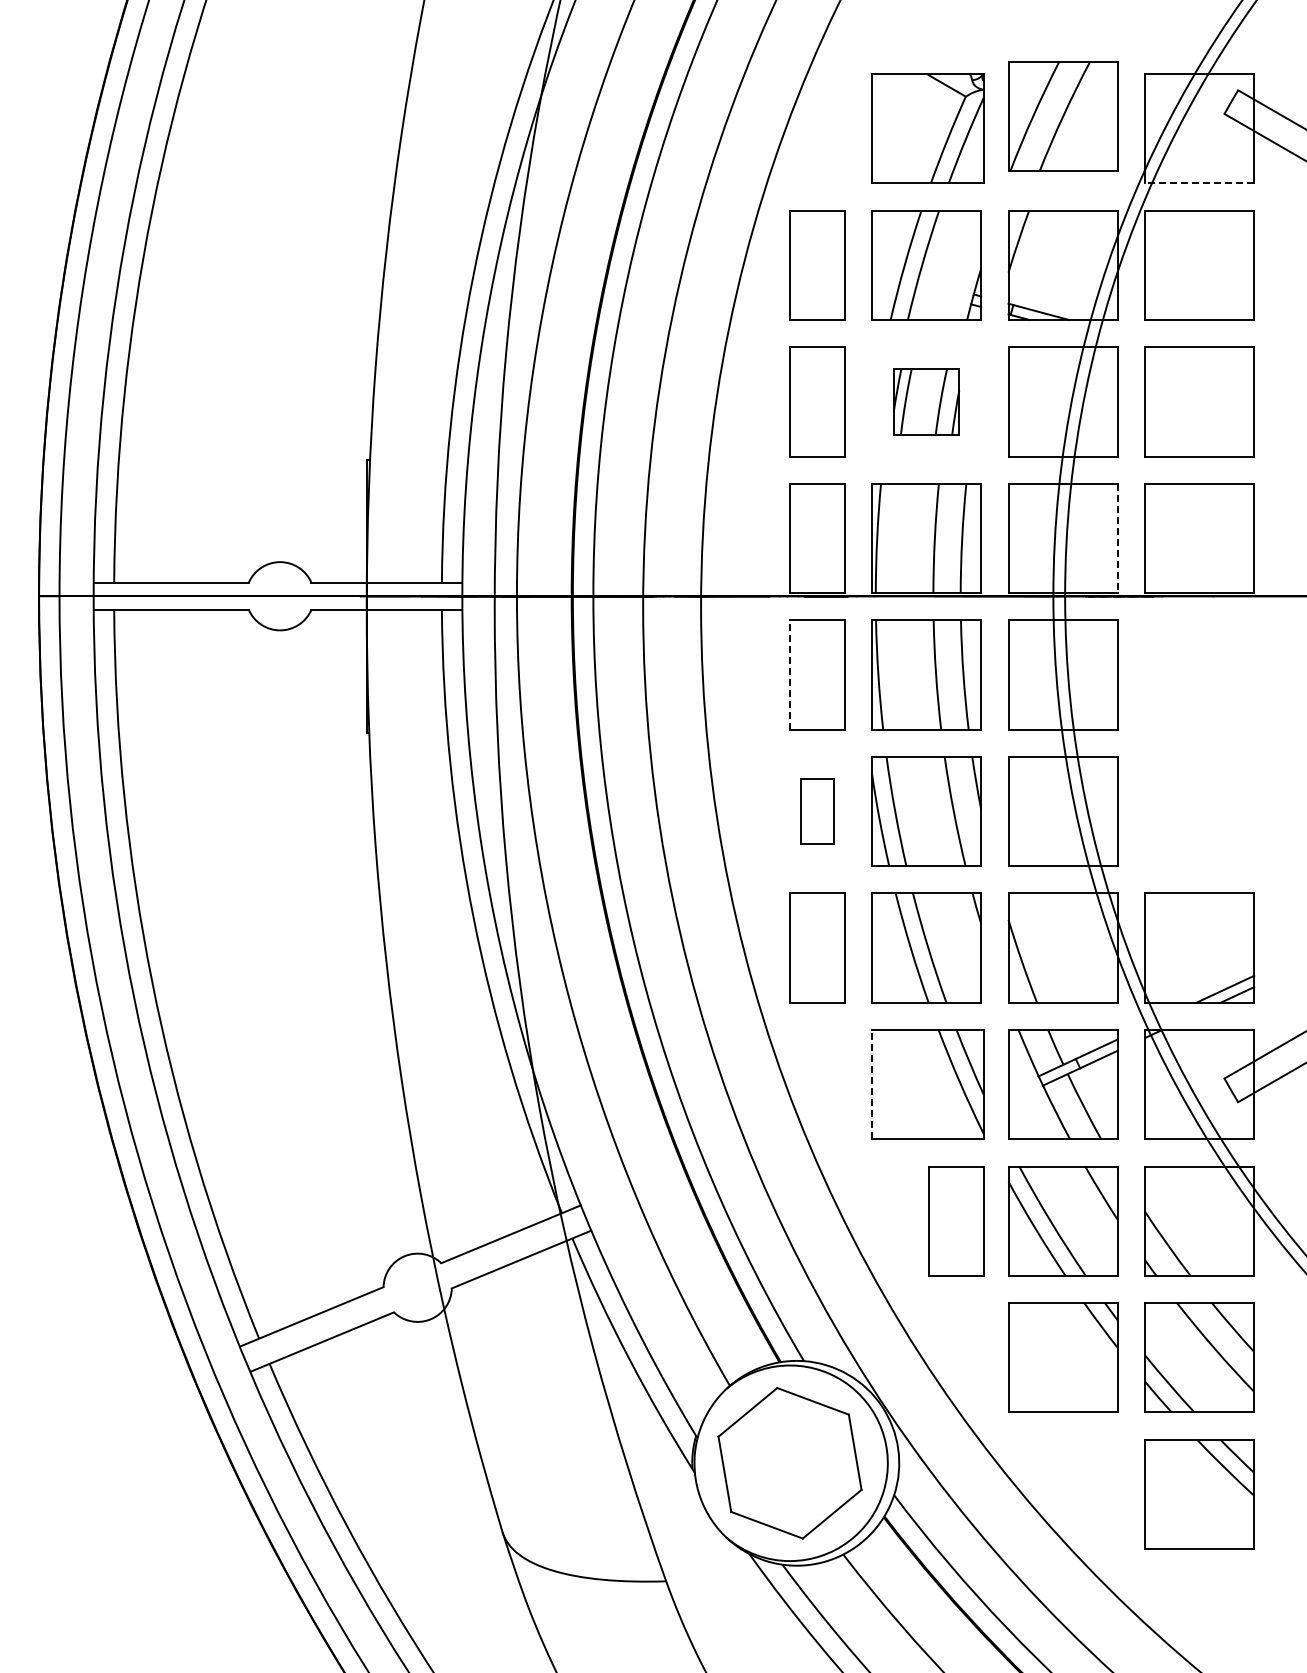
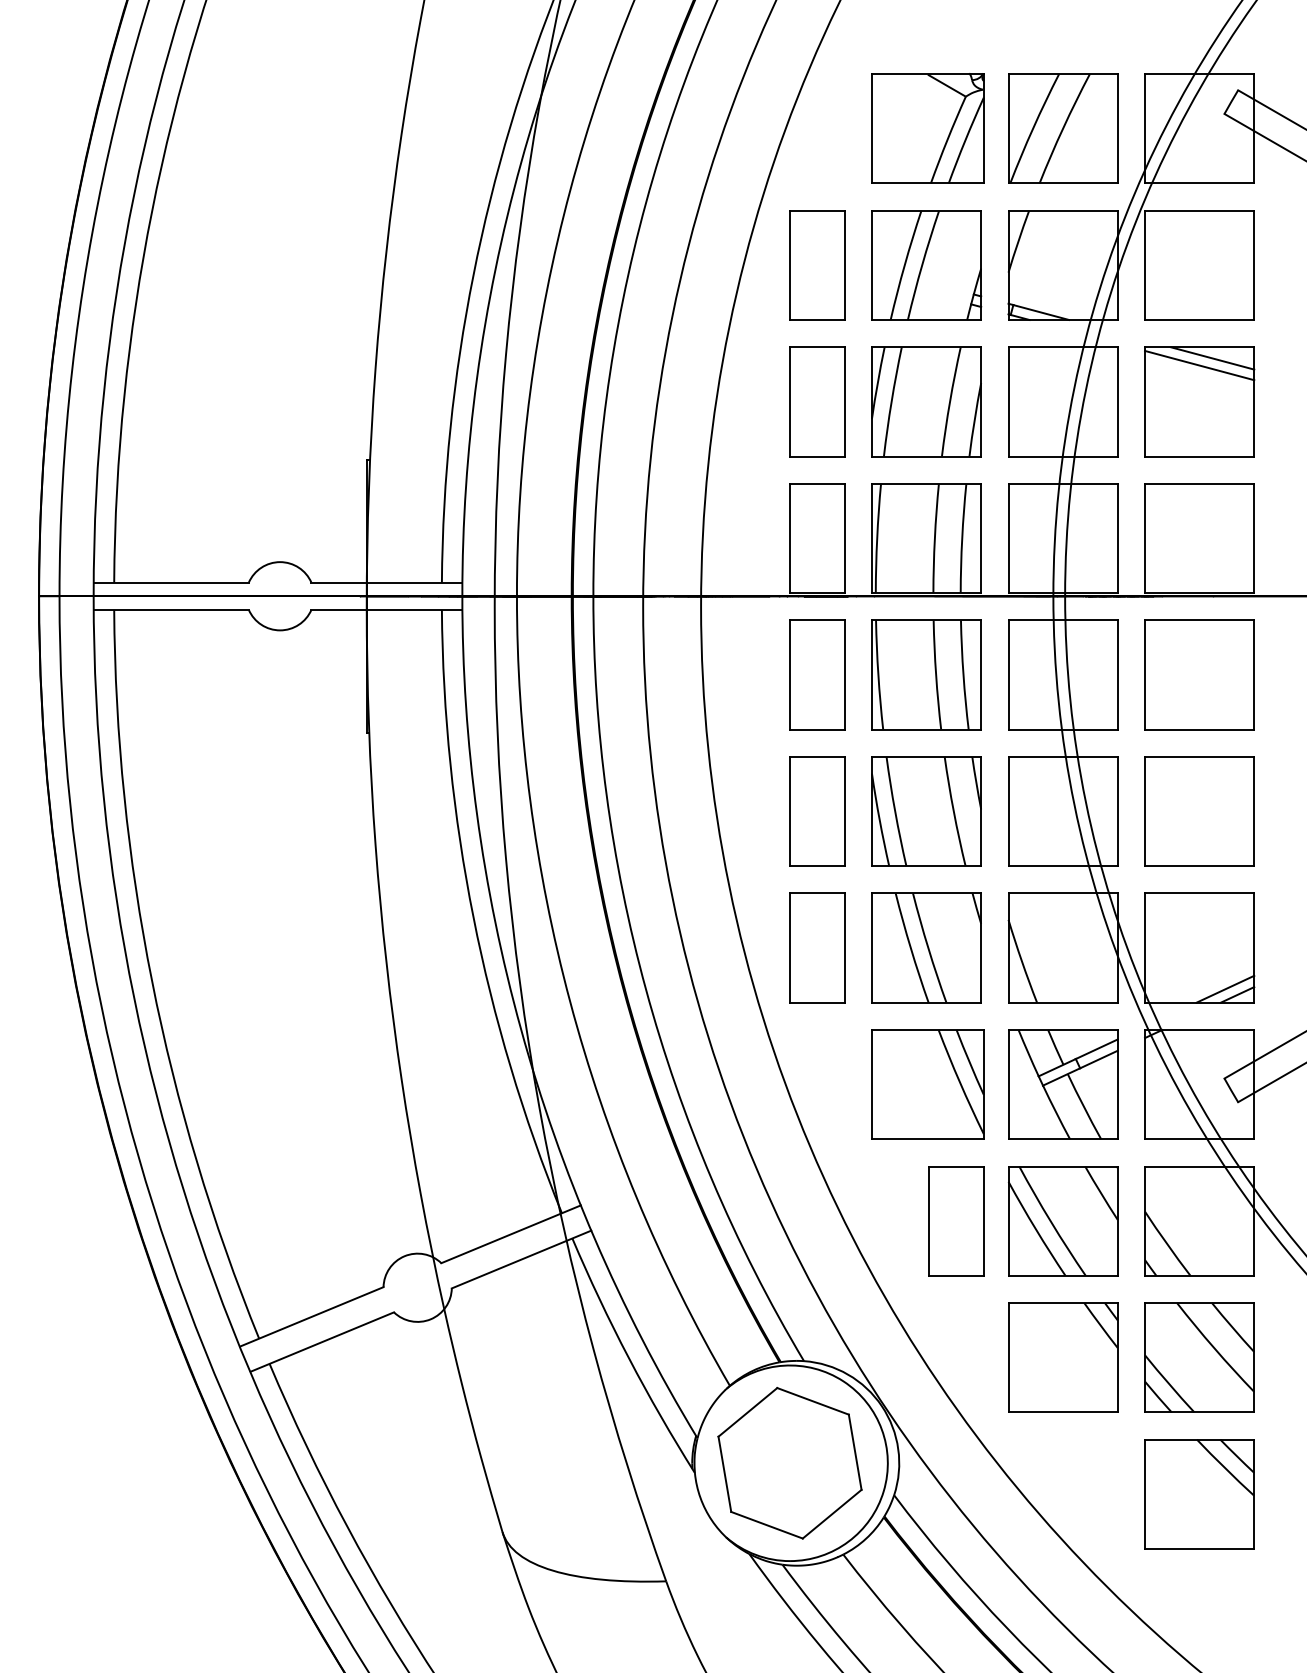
part at (1063, 116) position: (1063, 116) -> (1063, 128)
line at (1199, 183): dashed -> solid
line at (1212, 358): none -> present
line at (1199, 365): none -> present
part at (926, 401) size: 68x68 px -> 111x112 px
line at (1117, 538): dashed -> solid
part at (1199, 674): none -> present
line at (790, 675): dashed -> solid
part at (817, 811) size: 35x67 px -> 57x111 px
part at (1199, 811): none -> present
line at (871, 1084): dashed -> solid
